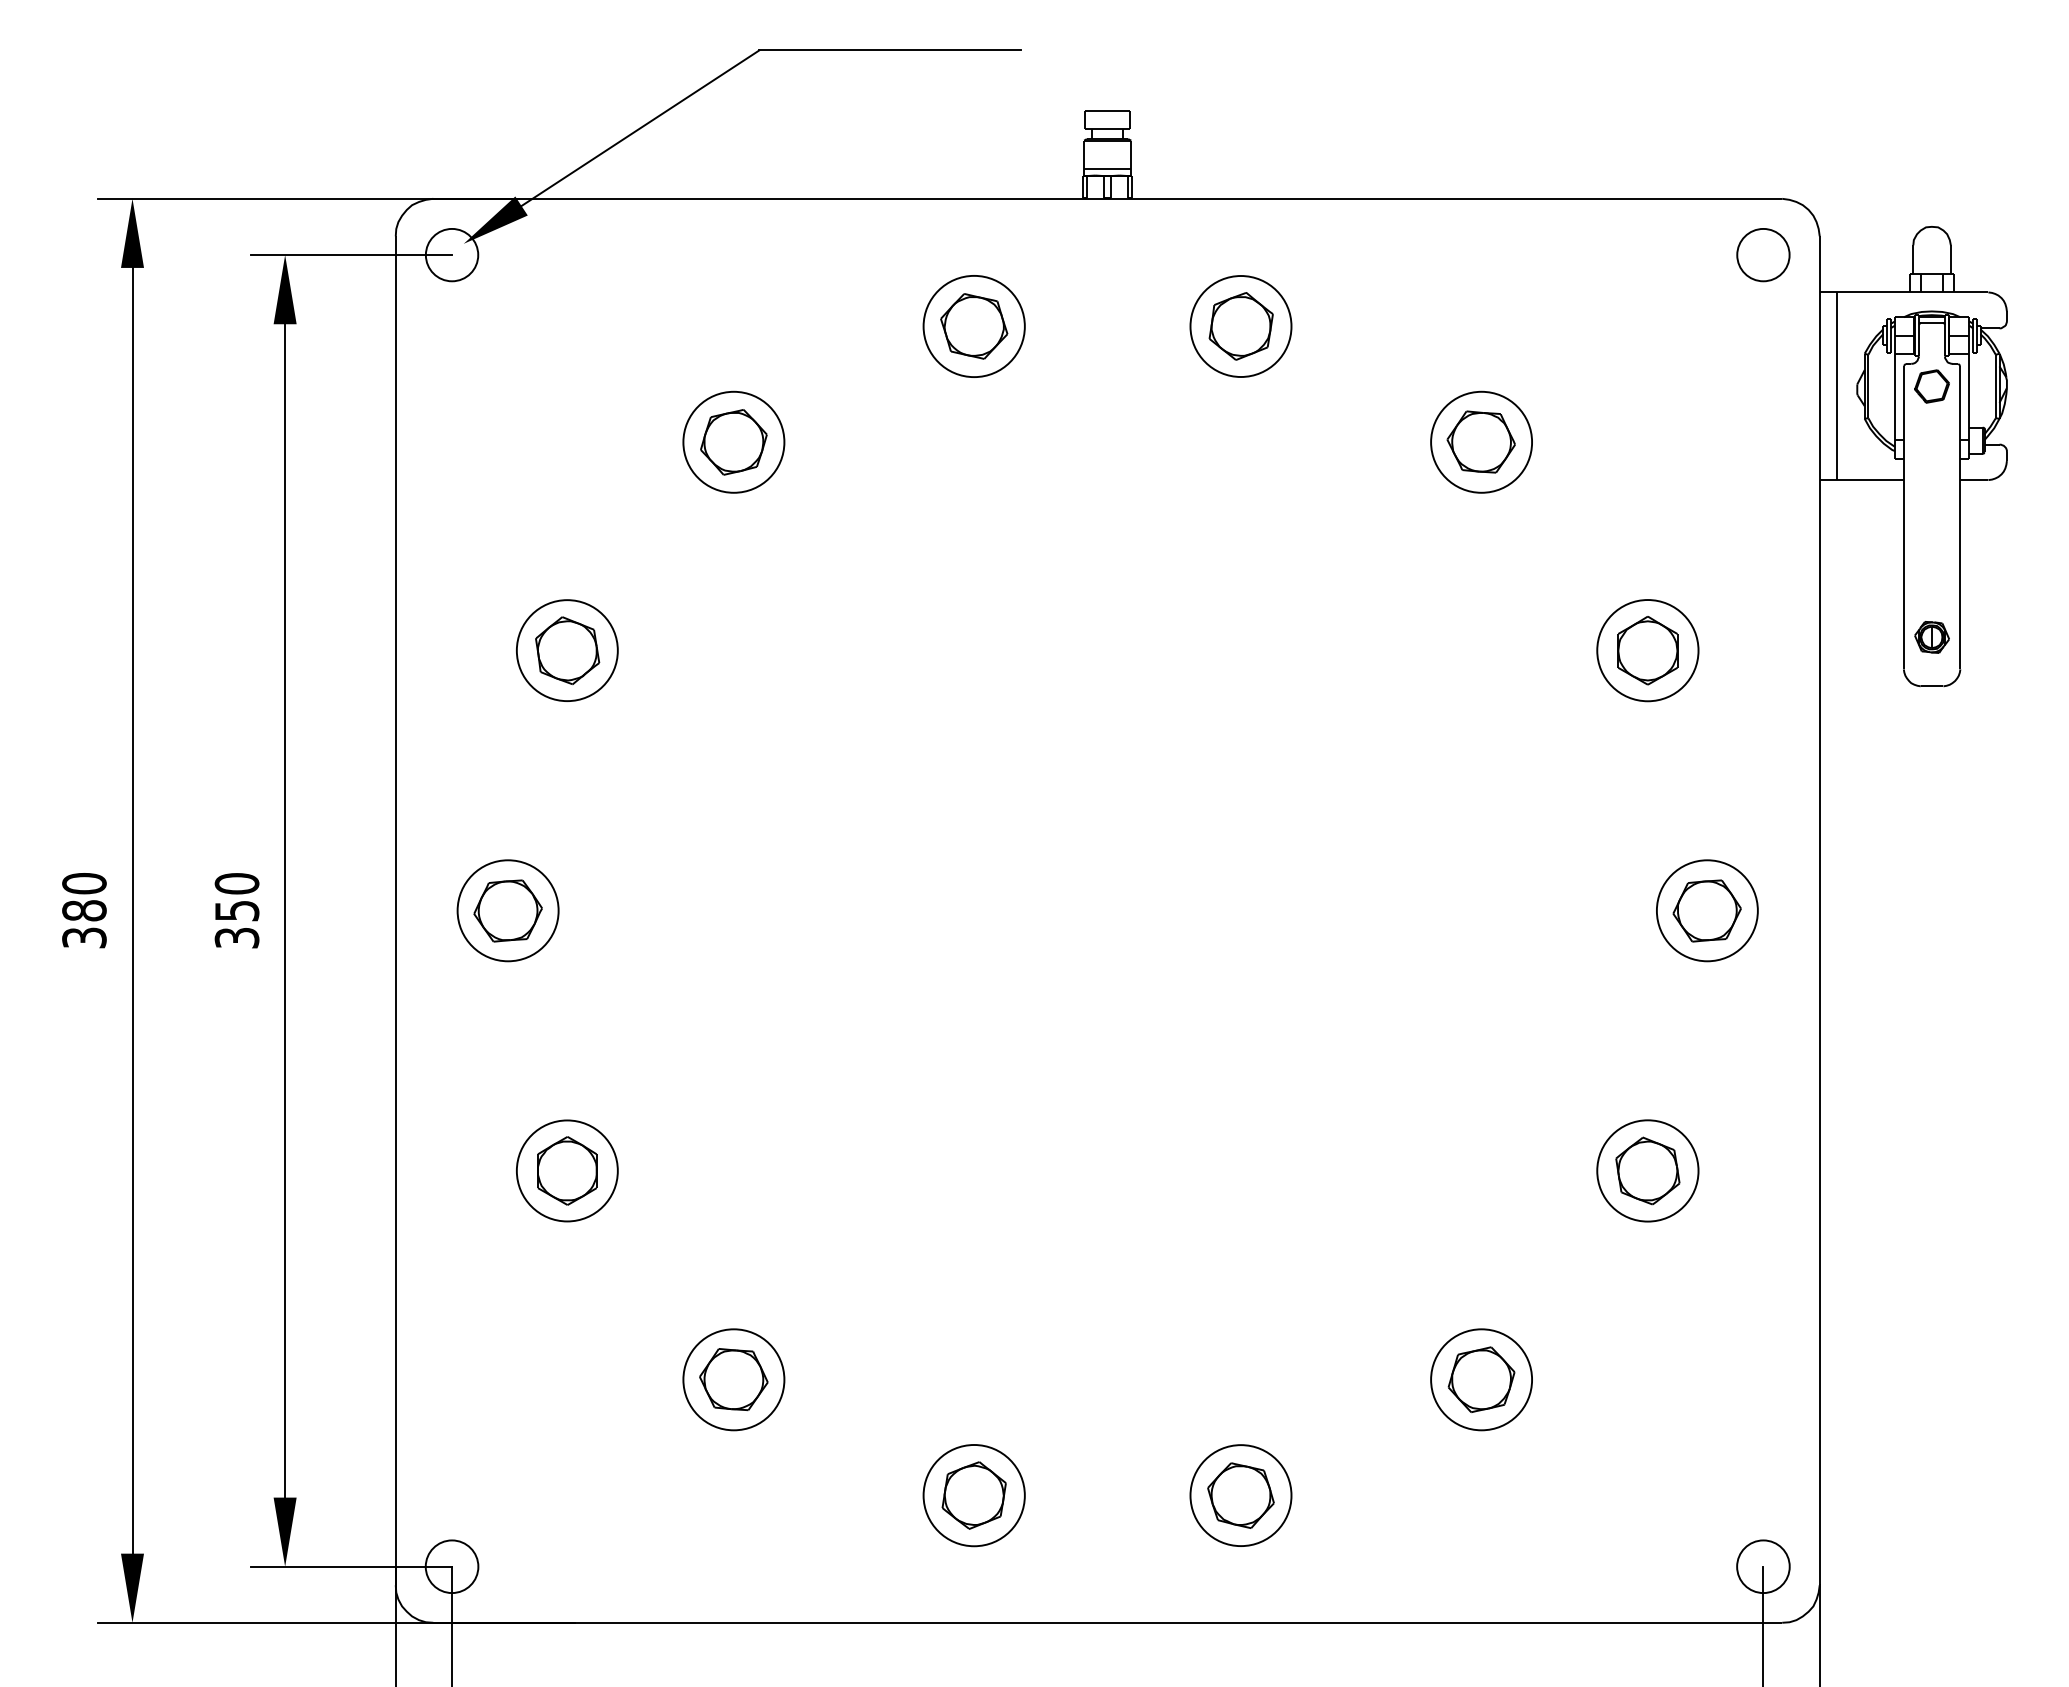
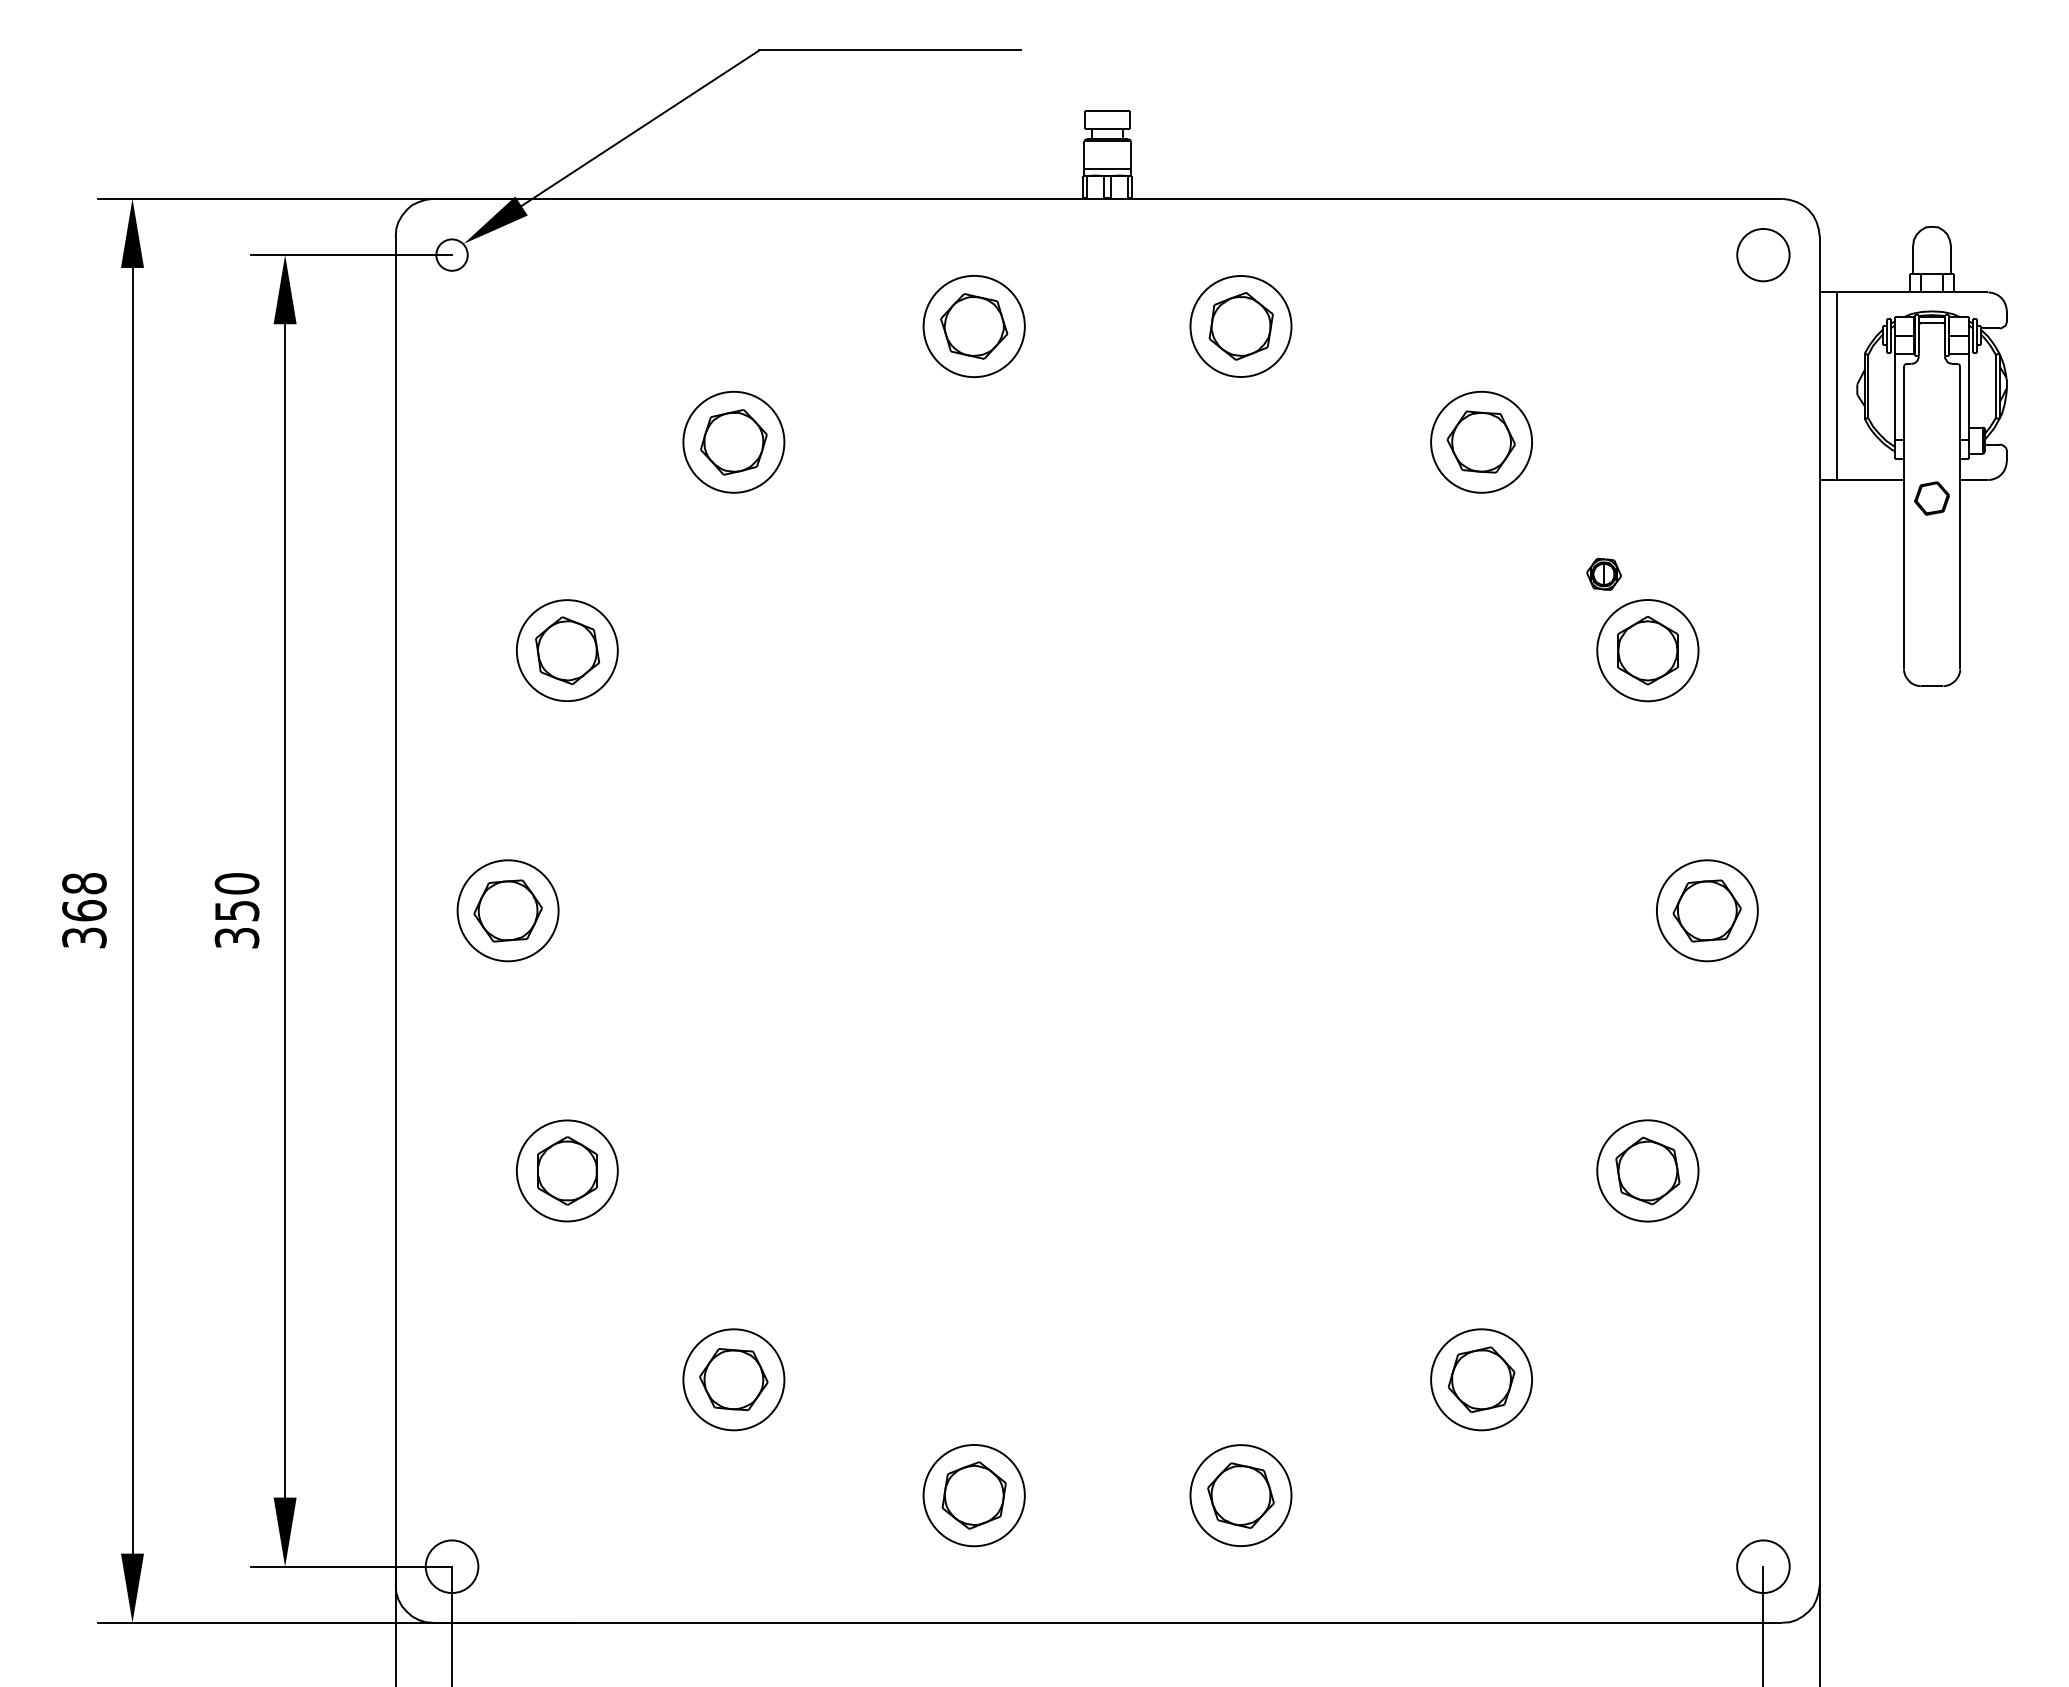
circle at (451, 254) diameter: 52 px -> 31 px
part at (1931, 386) position: (1931, 386) -> (1931, 498)
part at (1931, 637) position: (1931, 637) -> (1603, 574)
text at (84, 897): 380 -> 368
